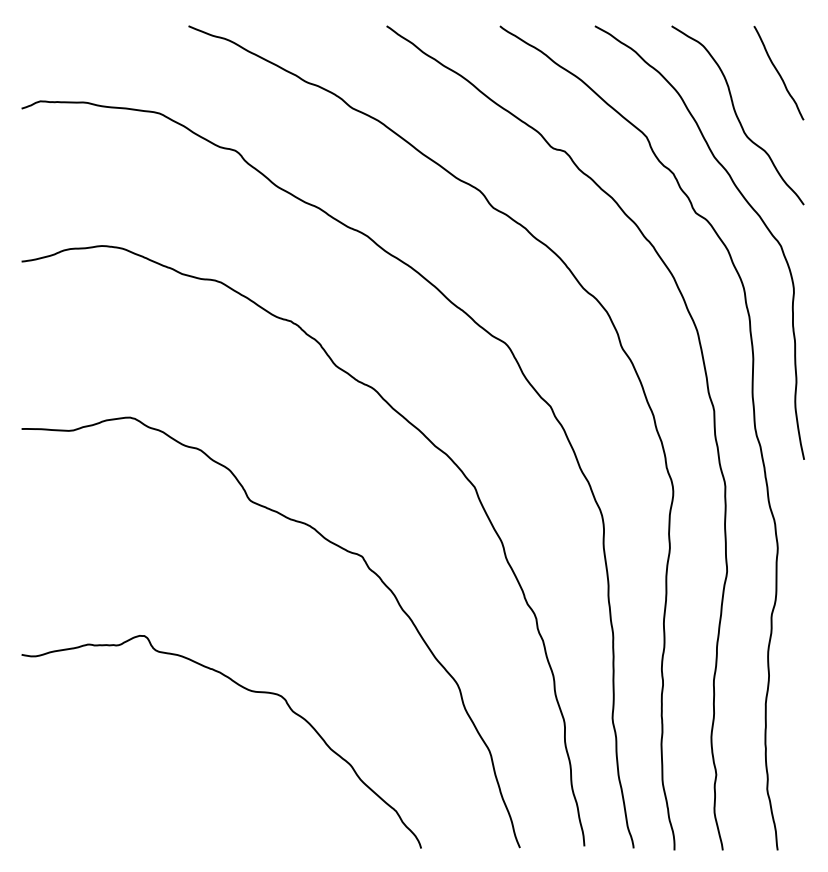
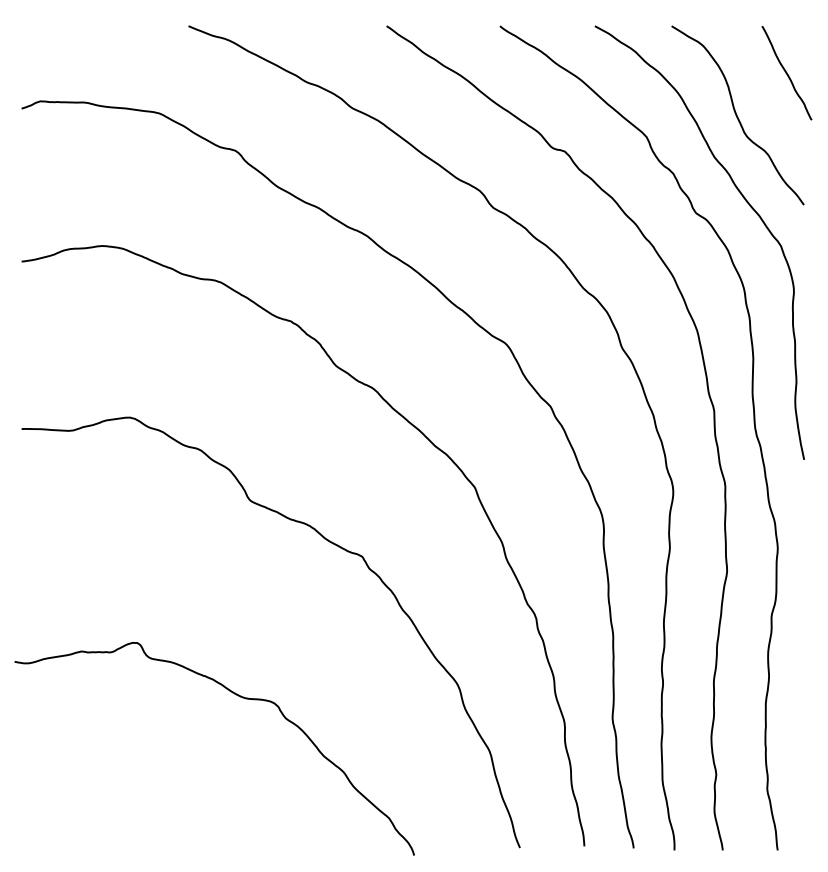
curve at (778, 73) position: (778, 73) -> (786, 73)
curve at (247, 690) position: (247, 690) -> (240, 697)
